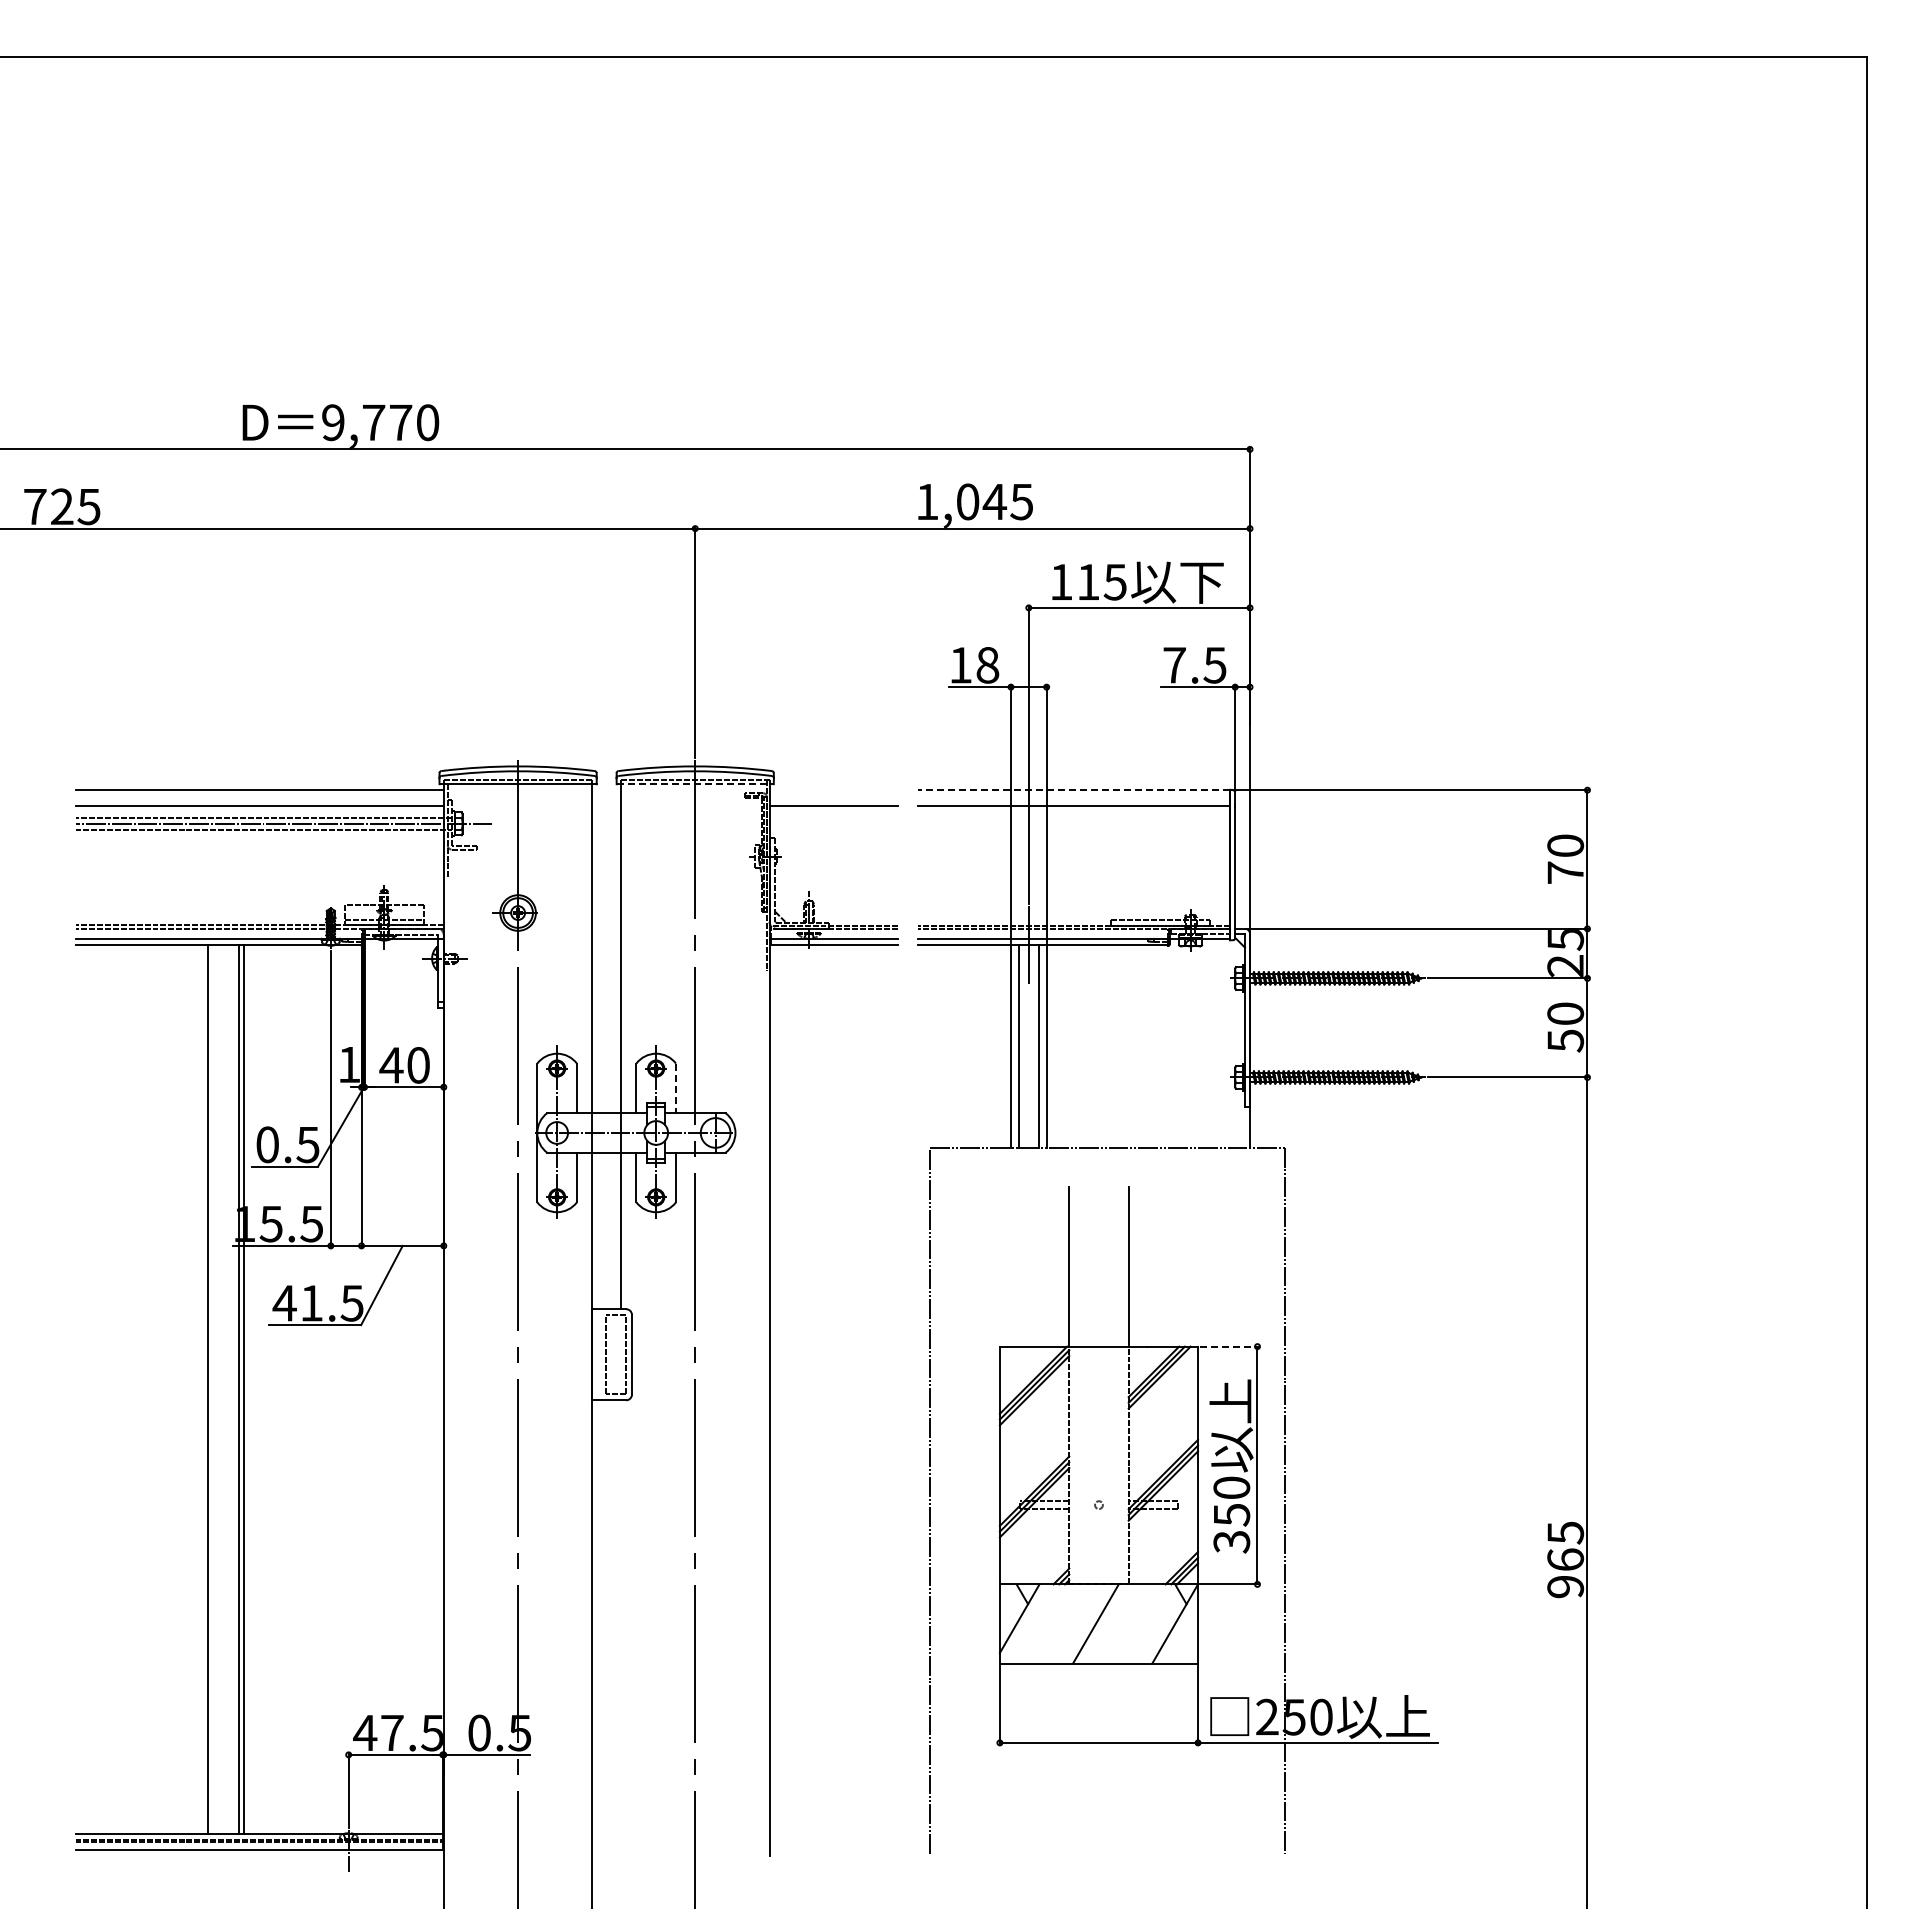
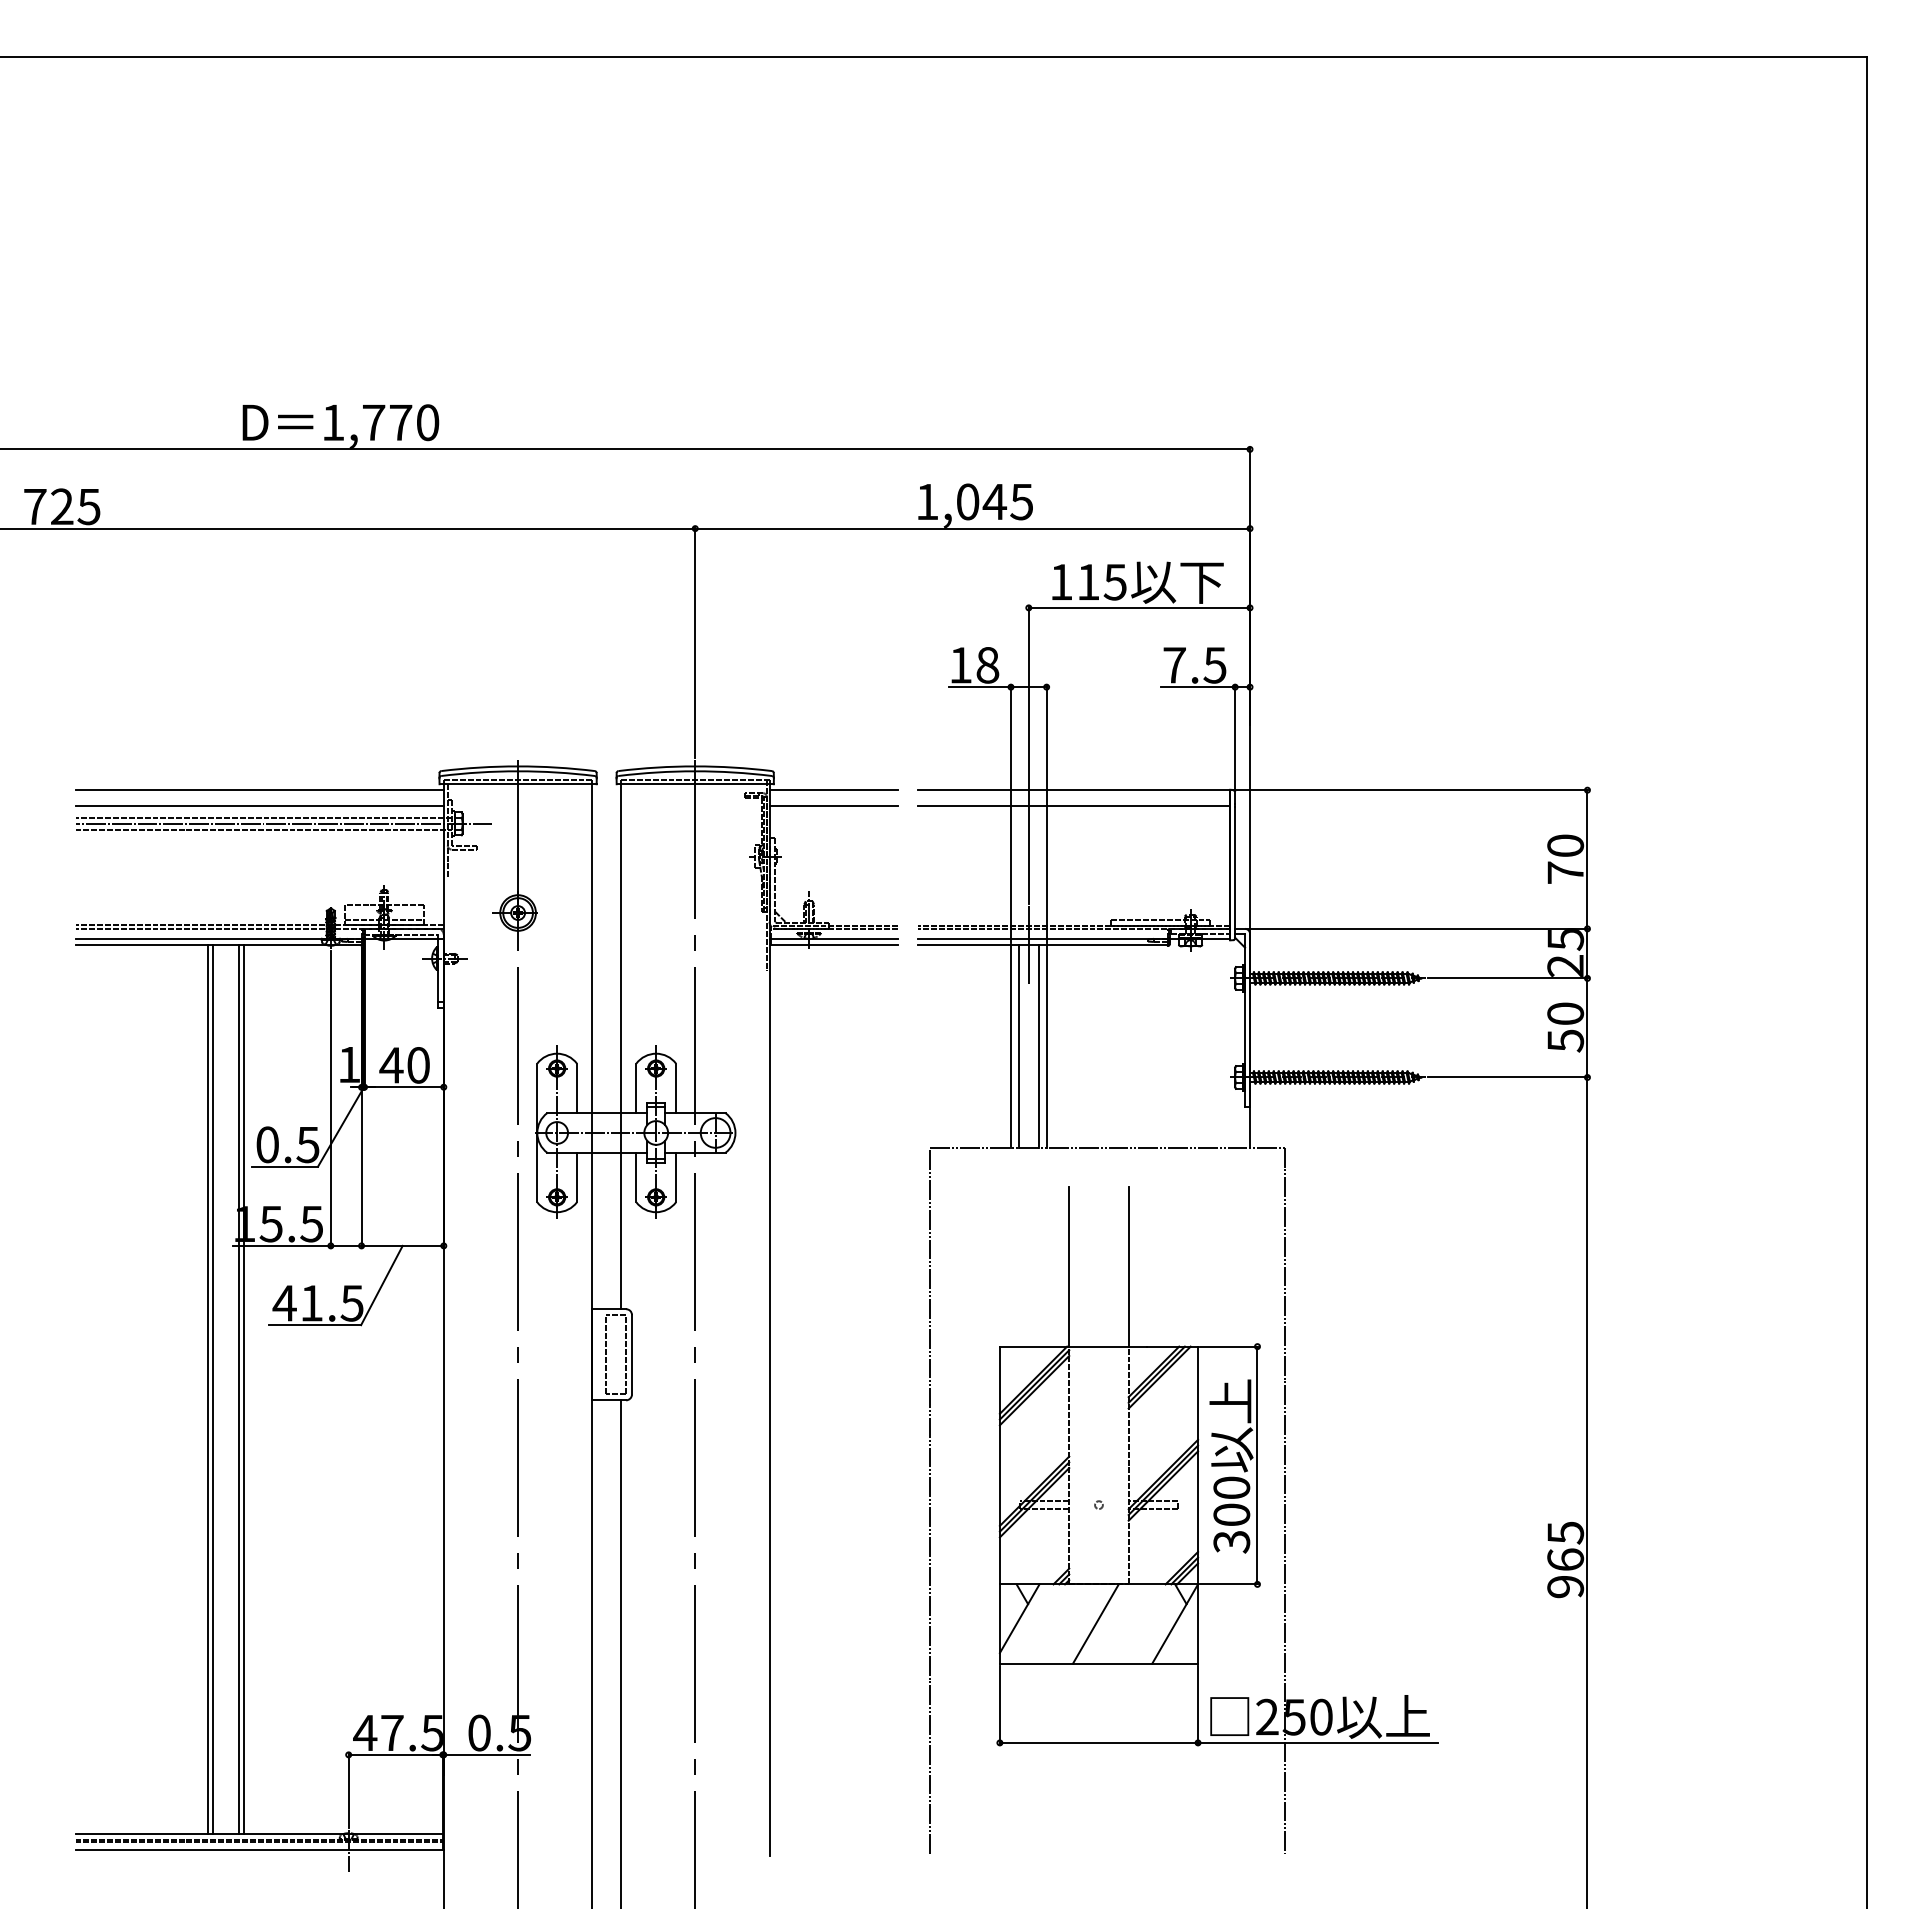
text at (333, 422): 9,770 -> 1,770
line at (695, 784): dashed -> solid
line at (833, 790): none -> present
line at (1073, 790): dashed -> solid
line at (676, 1088): dashed -> solid
line at (1229, 1346): dashed -> solid
line at (213, 1389): none -> present
text at (1231, 1514): 350 -> 300
line at (620, 1652): none -> present
